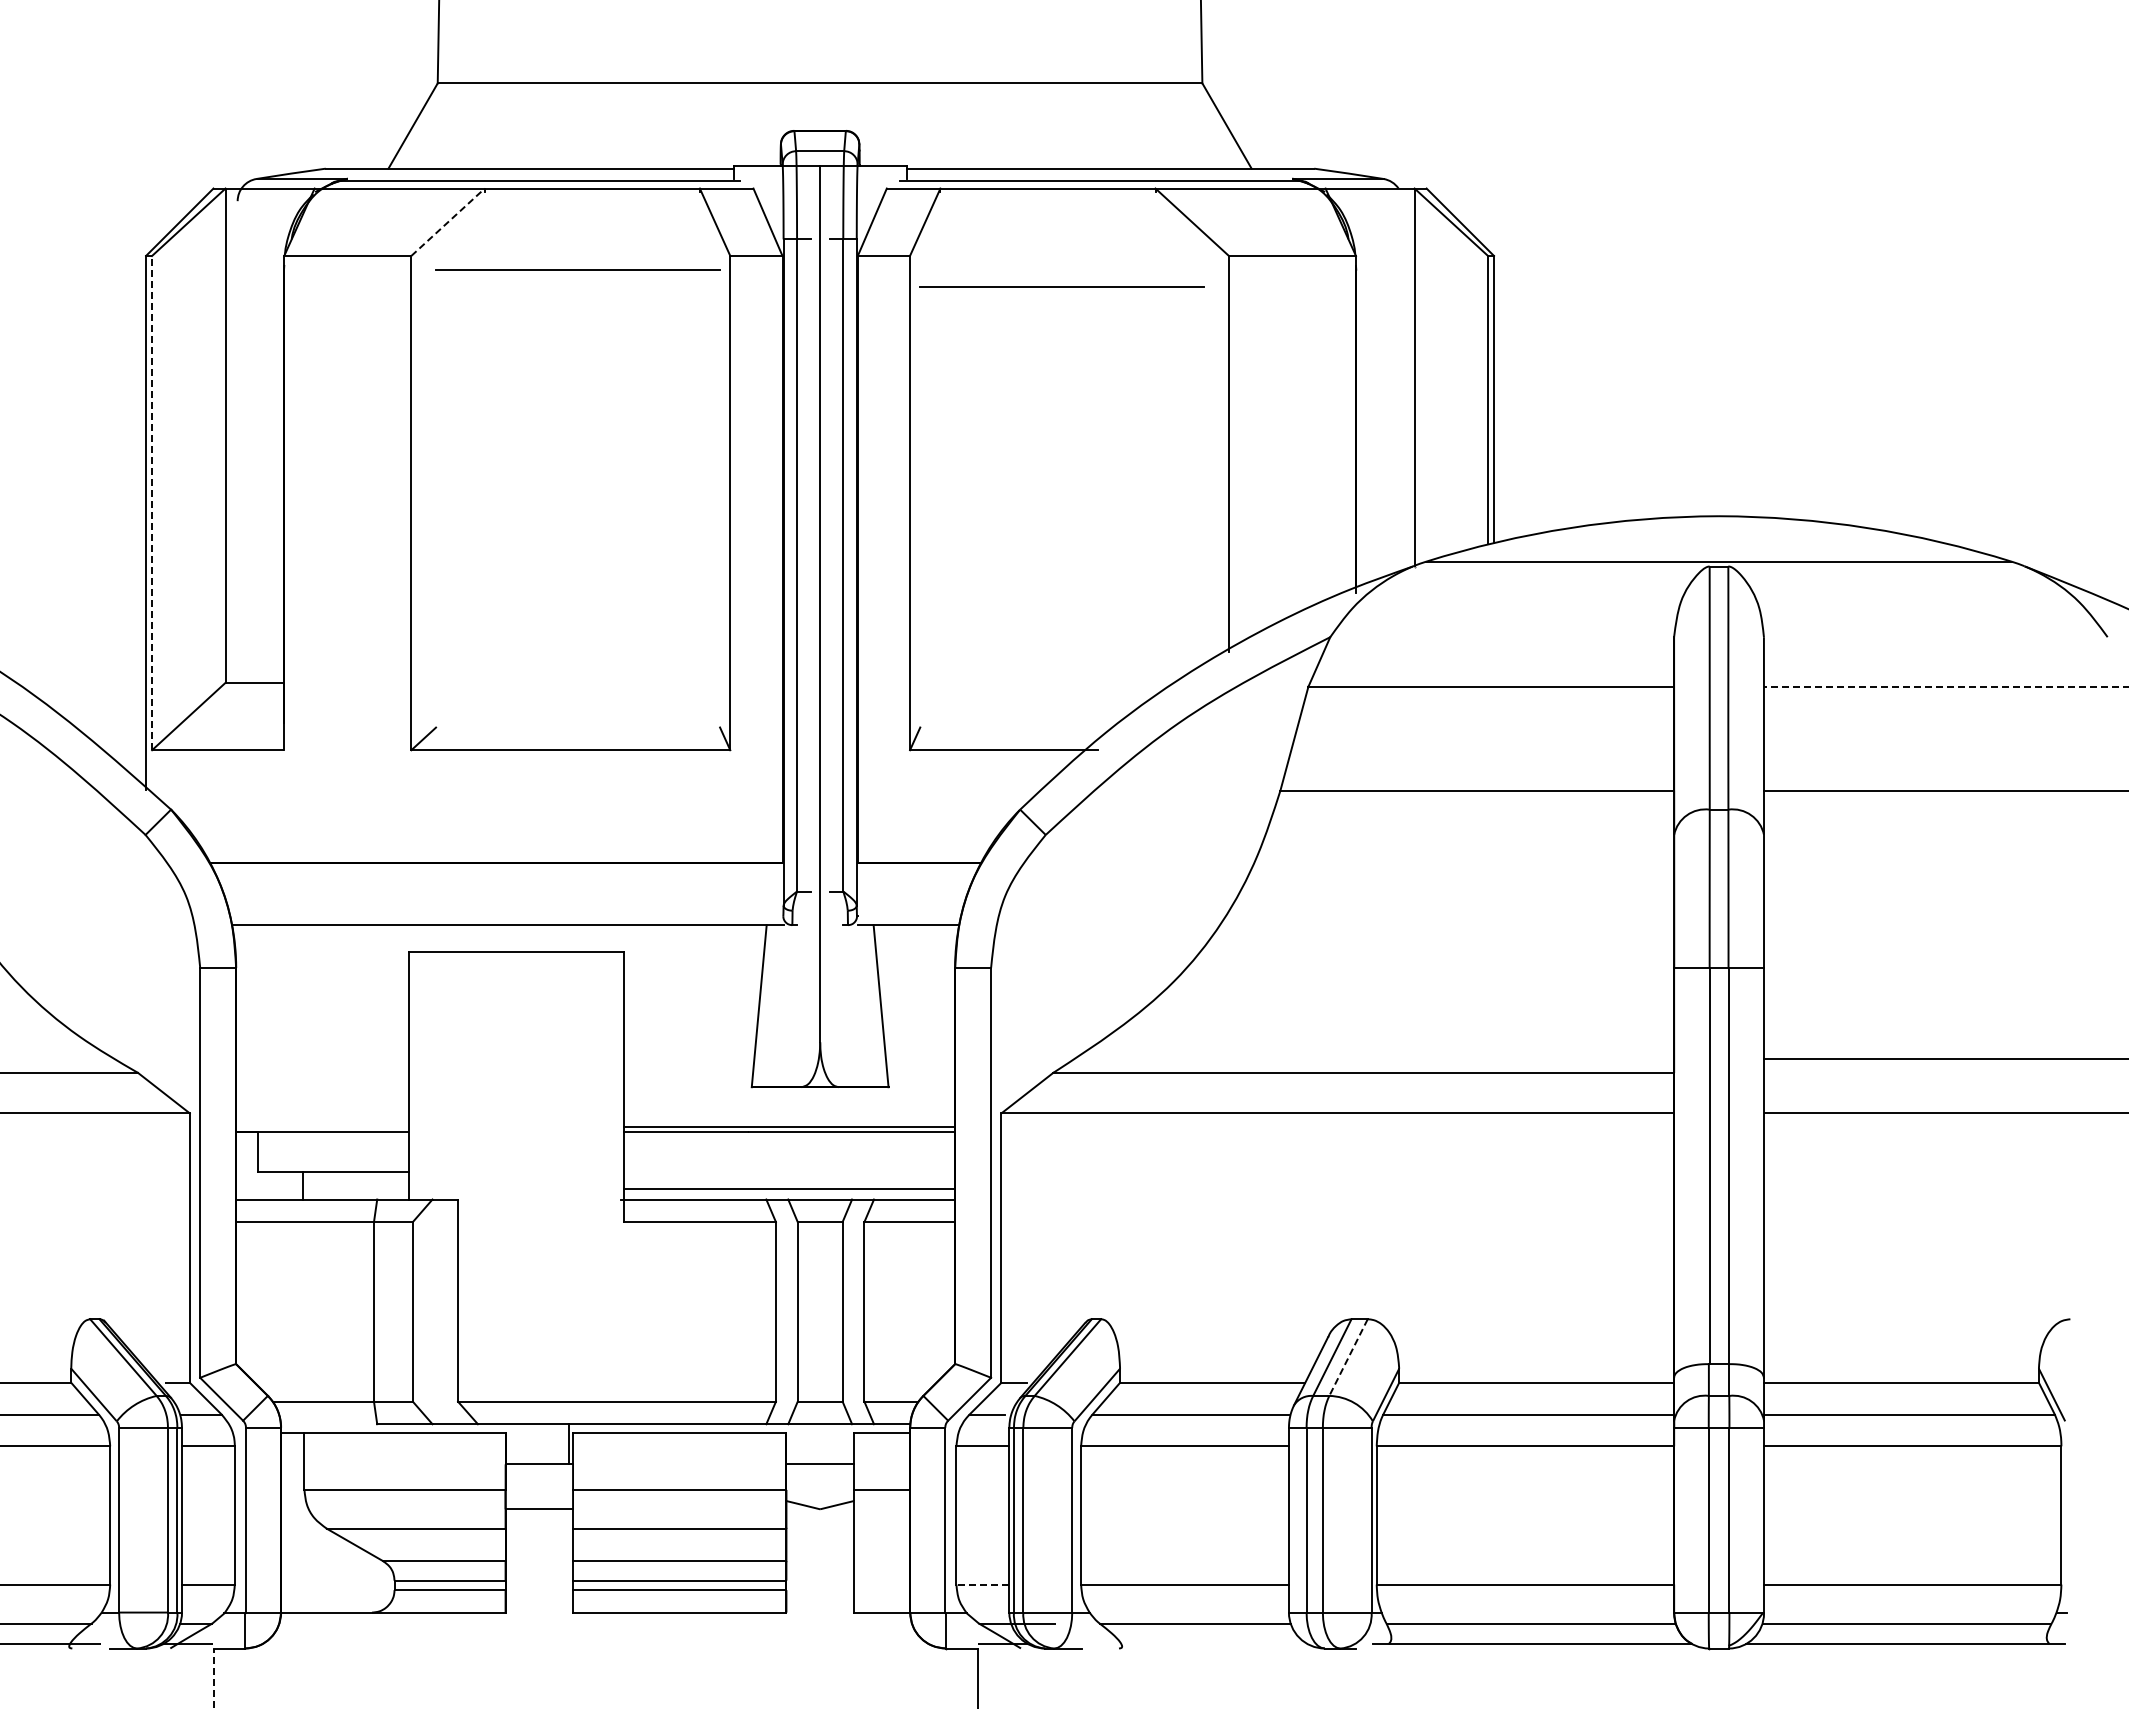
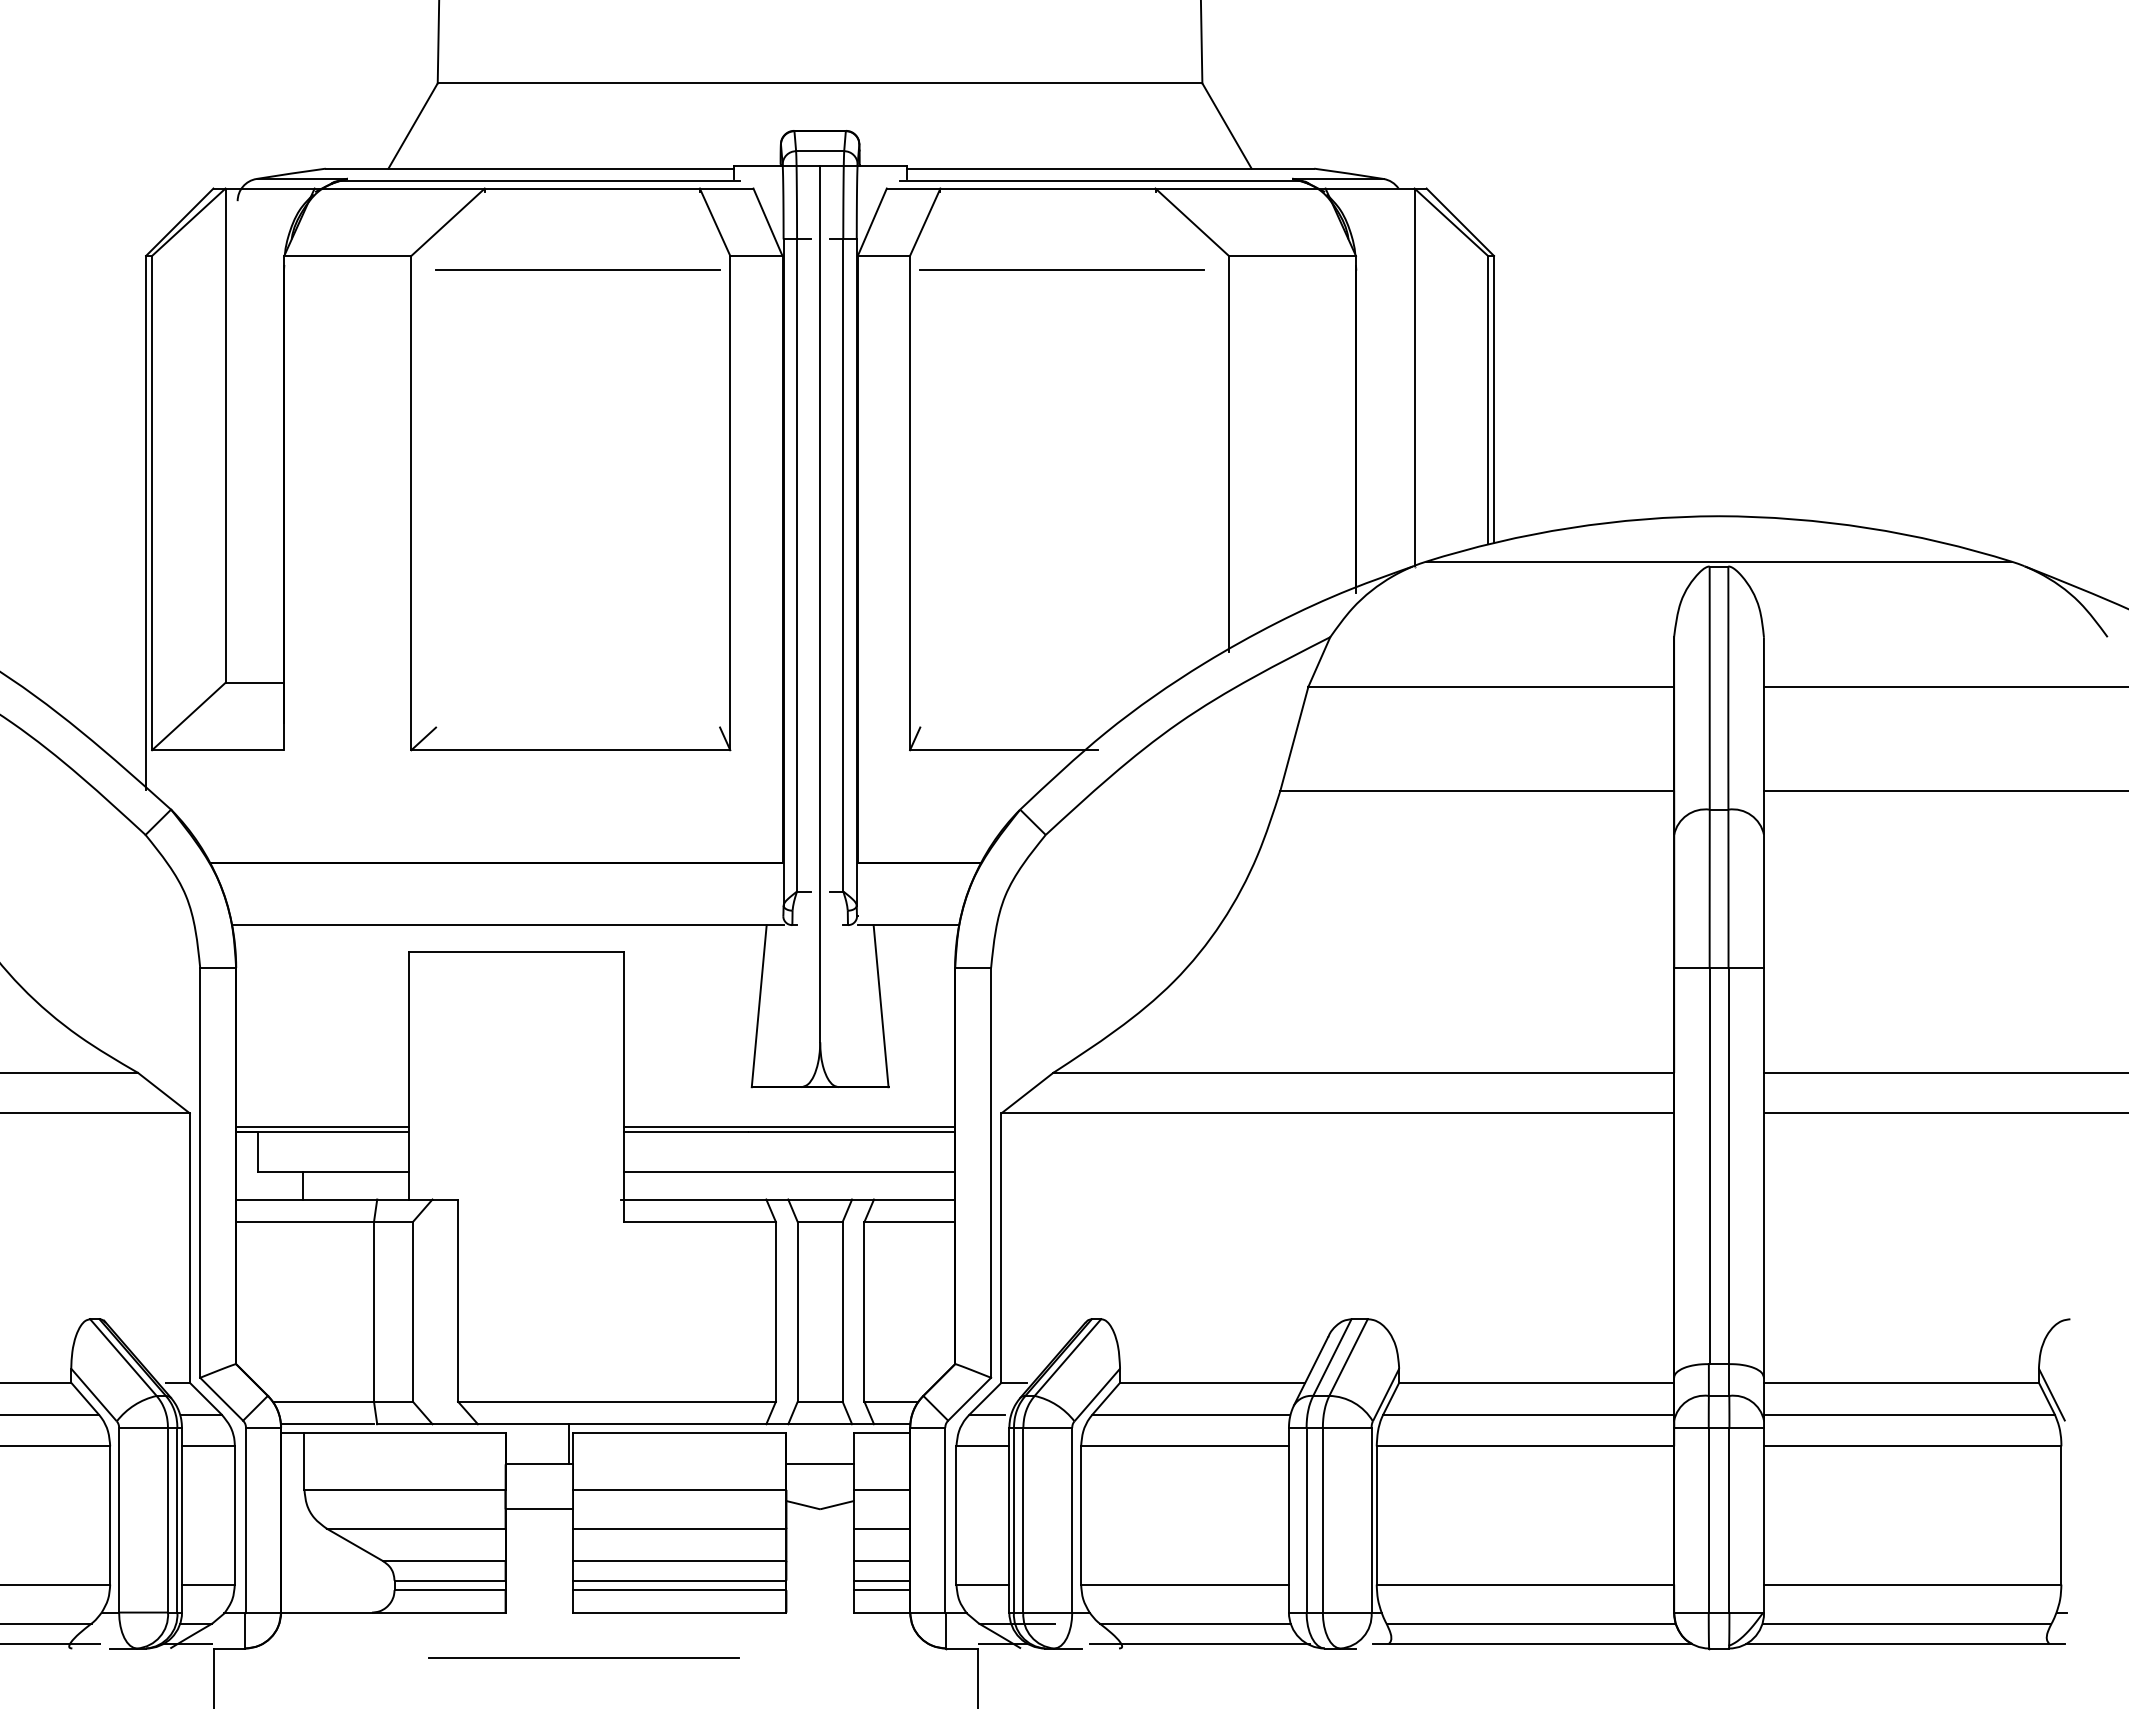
line at (448, 222): dashed -> solid
line at (1061, 286) position: (1061, 286) -> (1061, 269)
line at (152, 502): dashed -> solid
line at (1945, 686): dashed -> solid
line at (1944, 1058) position: (1944, 1058) -> (1944, 1072)
line at (322, 1127): none -> present
line at (789, 1189) position: (789, 1189) -> (789, 1172)
line at (1348, 1357): dashed -> solid
line at (326, 1424): none -> present
line at (881, 1528): none -> present
line at (881, 1561): none -> present
line at (881, 1580): none -> present
line at (982, 1584): dashed -> solid
line at (881, 1590): none -> present
line at (1199, 1644): none -> present
line at (583, 1657): none -> present
line at (213, 1678): dashed -> solid
